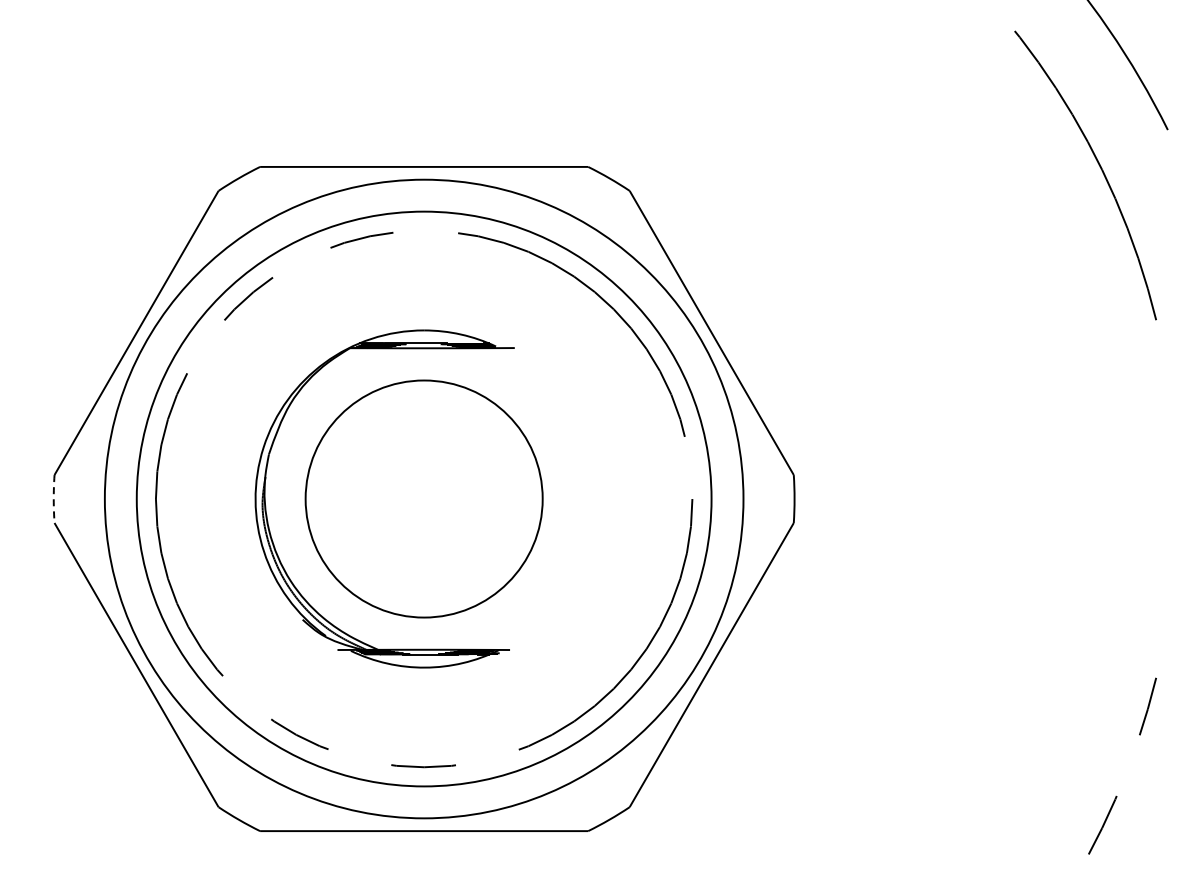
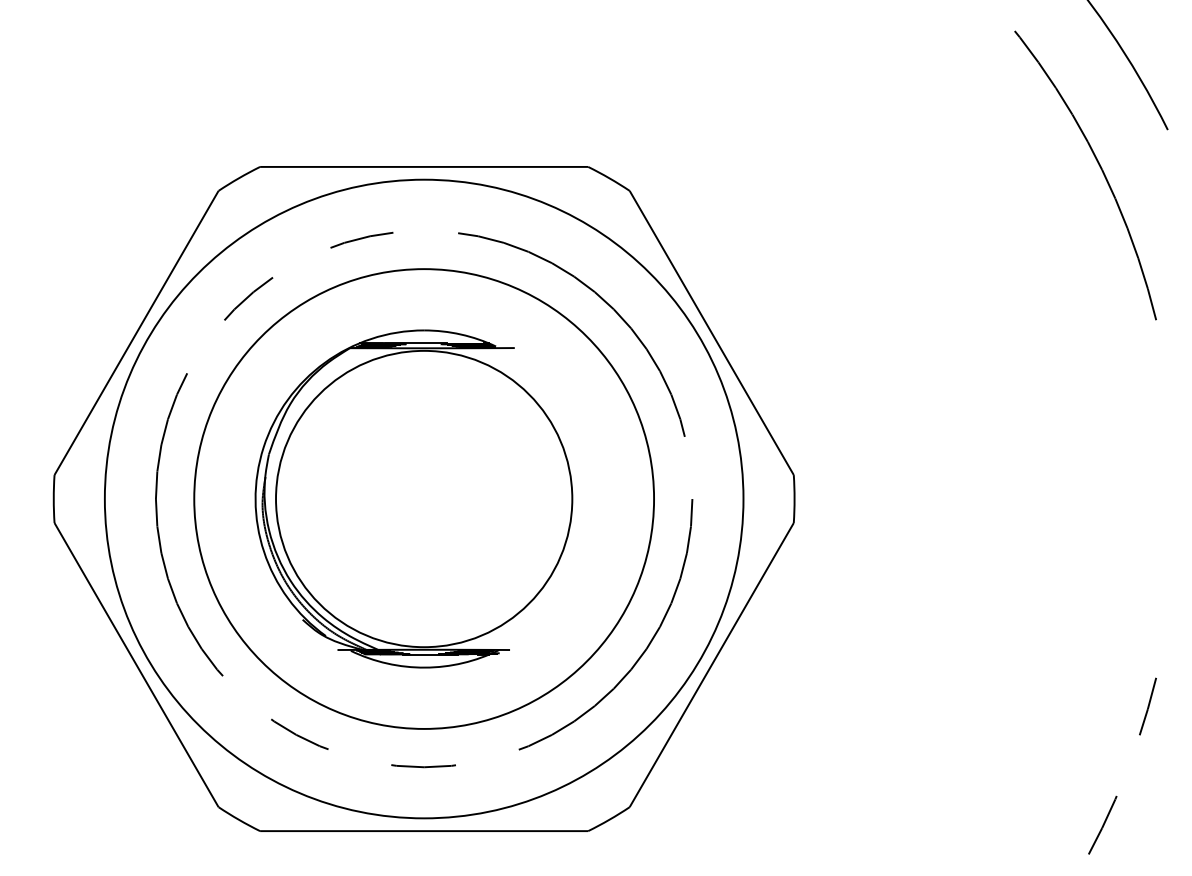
circle at (423, 498) diameter: 237 px -> 296 px
circle at (423, 498) diameter: 575 px -> 460 px
arc at (53, 499): dashed -> solid
